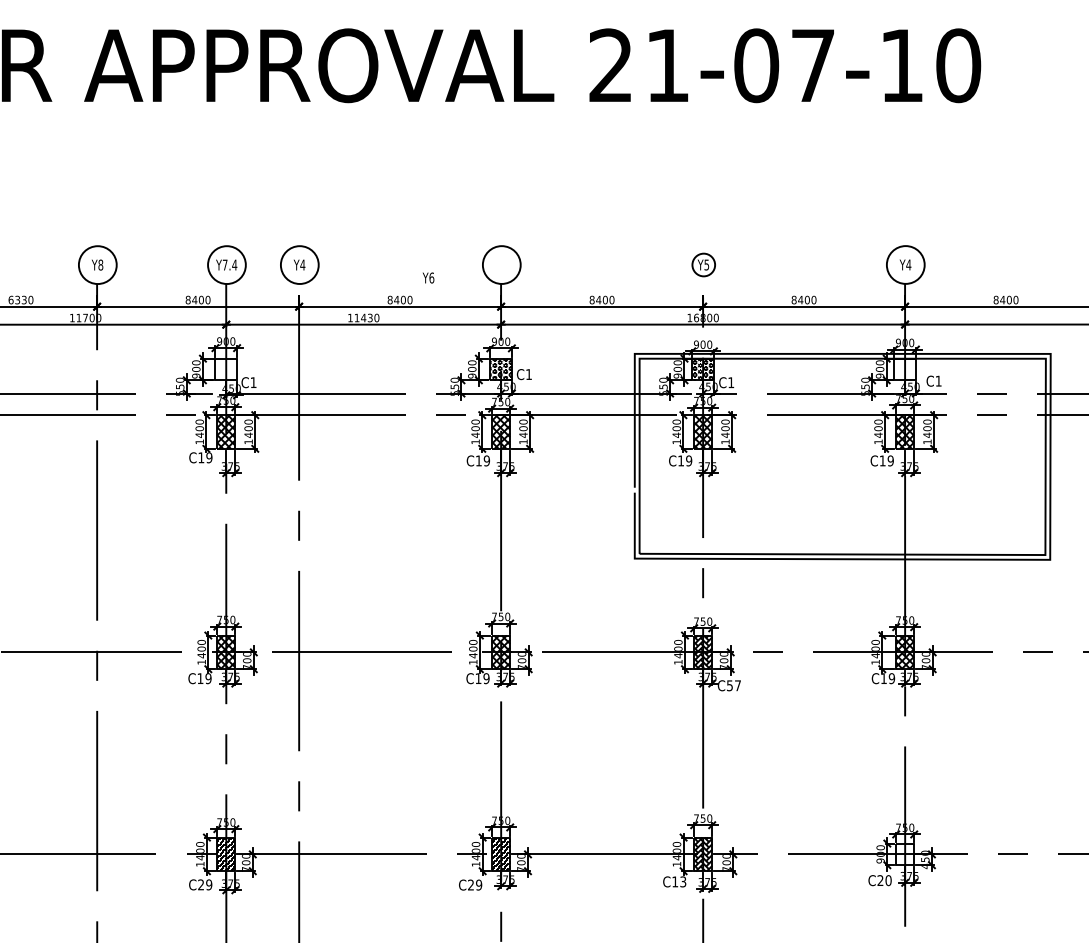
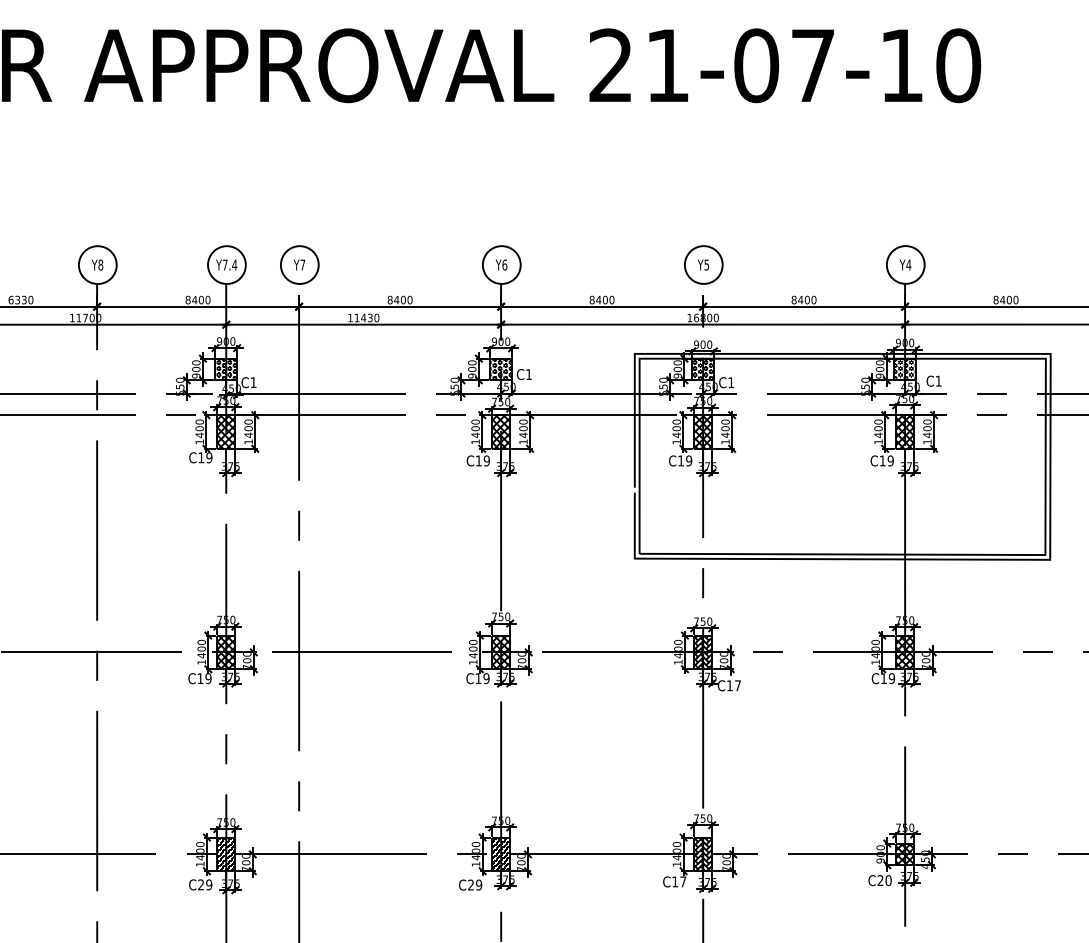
text at (302, 264): Y4 -> Y7
circle at (703, 264) diameter: 23 px -> 38 px
text at (428, 277) position: (428, 277) -> (501, 264)
hatch at (226, 369): none -> present
hatch at (904, 369): none -> present
text at (729, 685): C57 -> C17
hatch at (905, 854): none -> present
text at (683, 881): C13 -> C17
